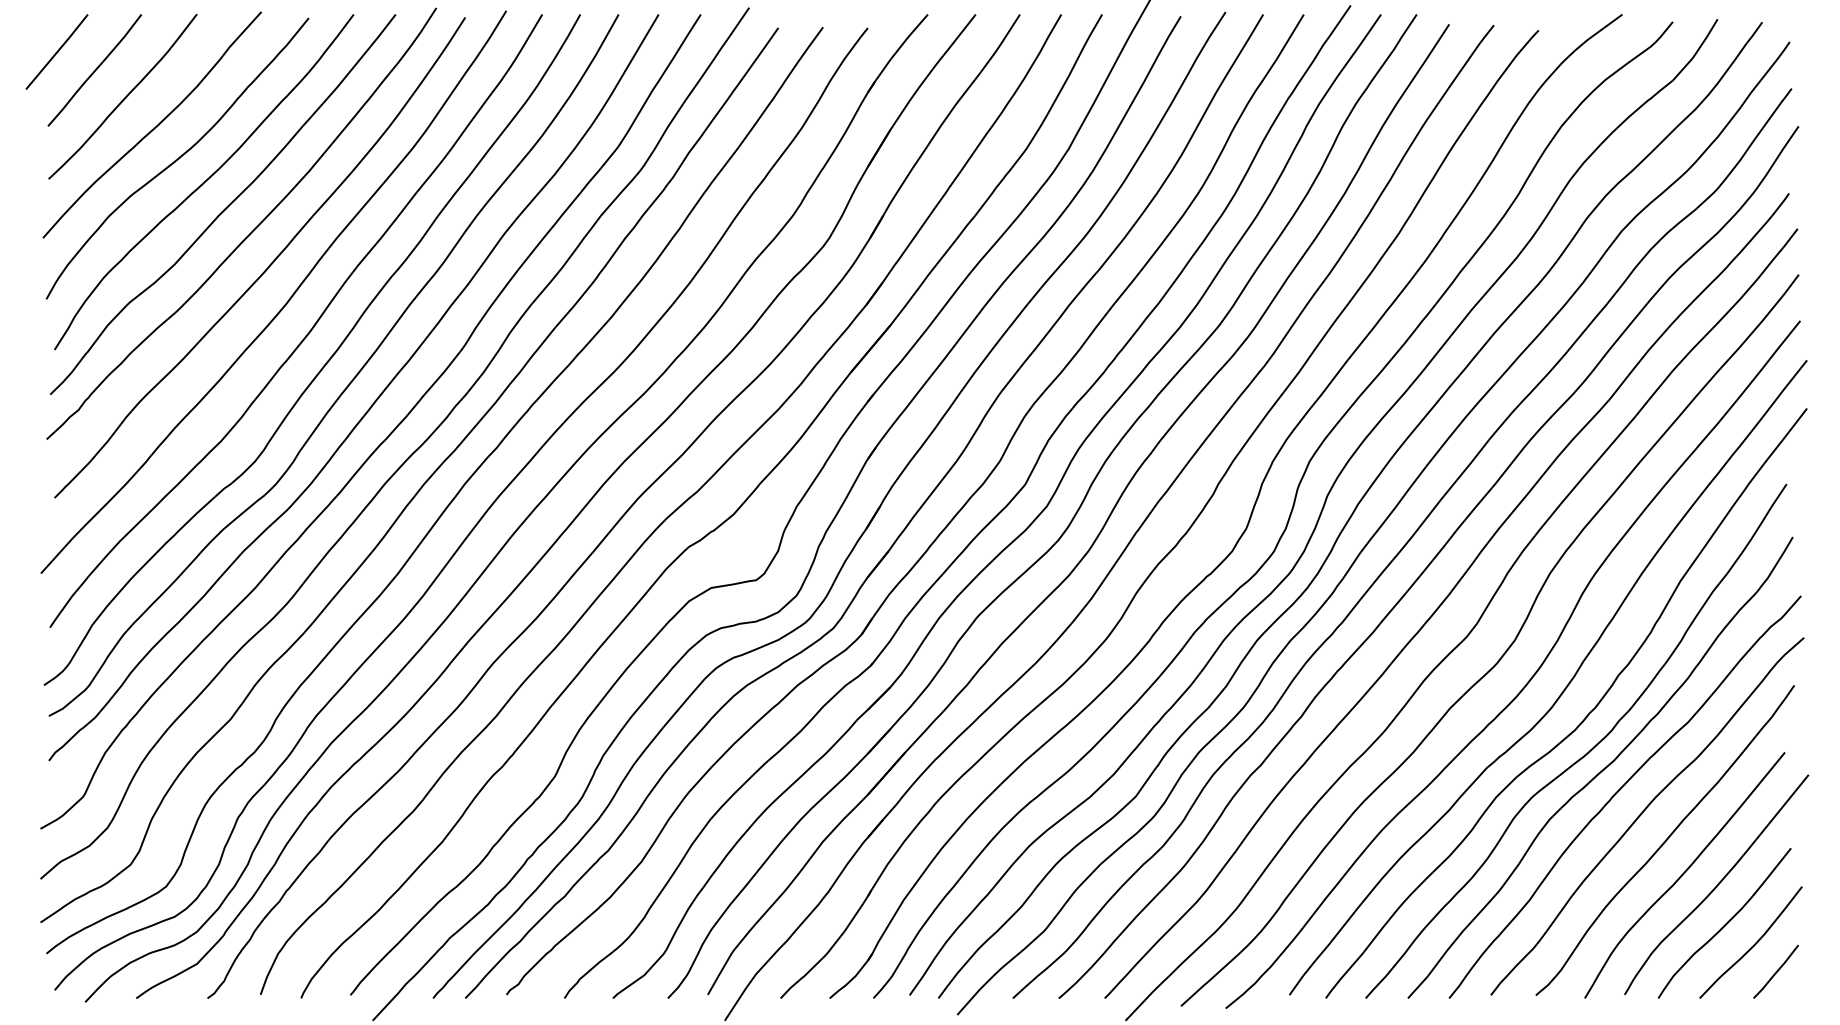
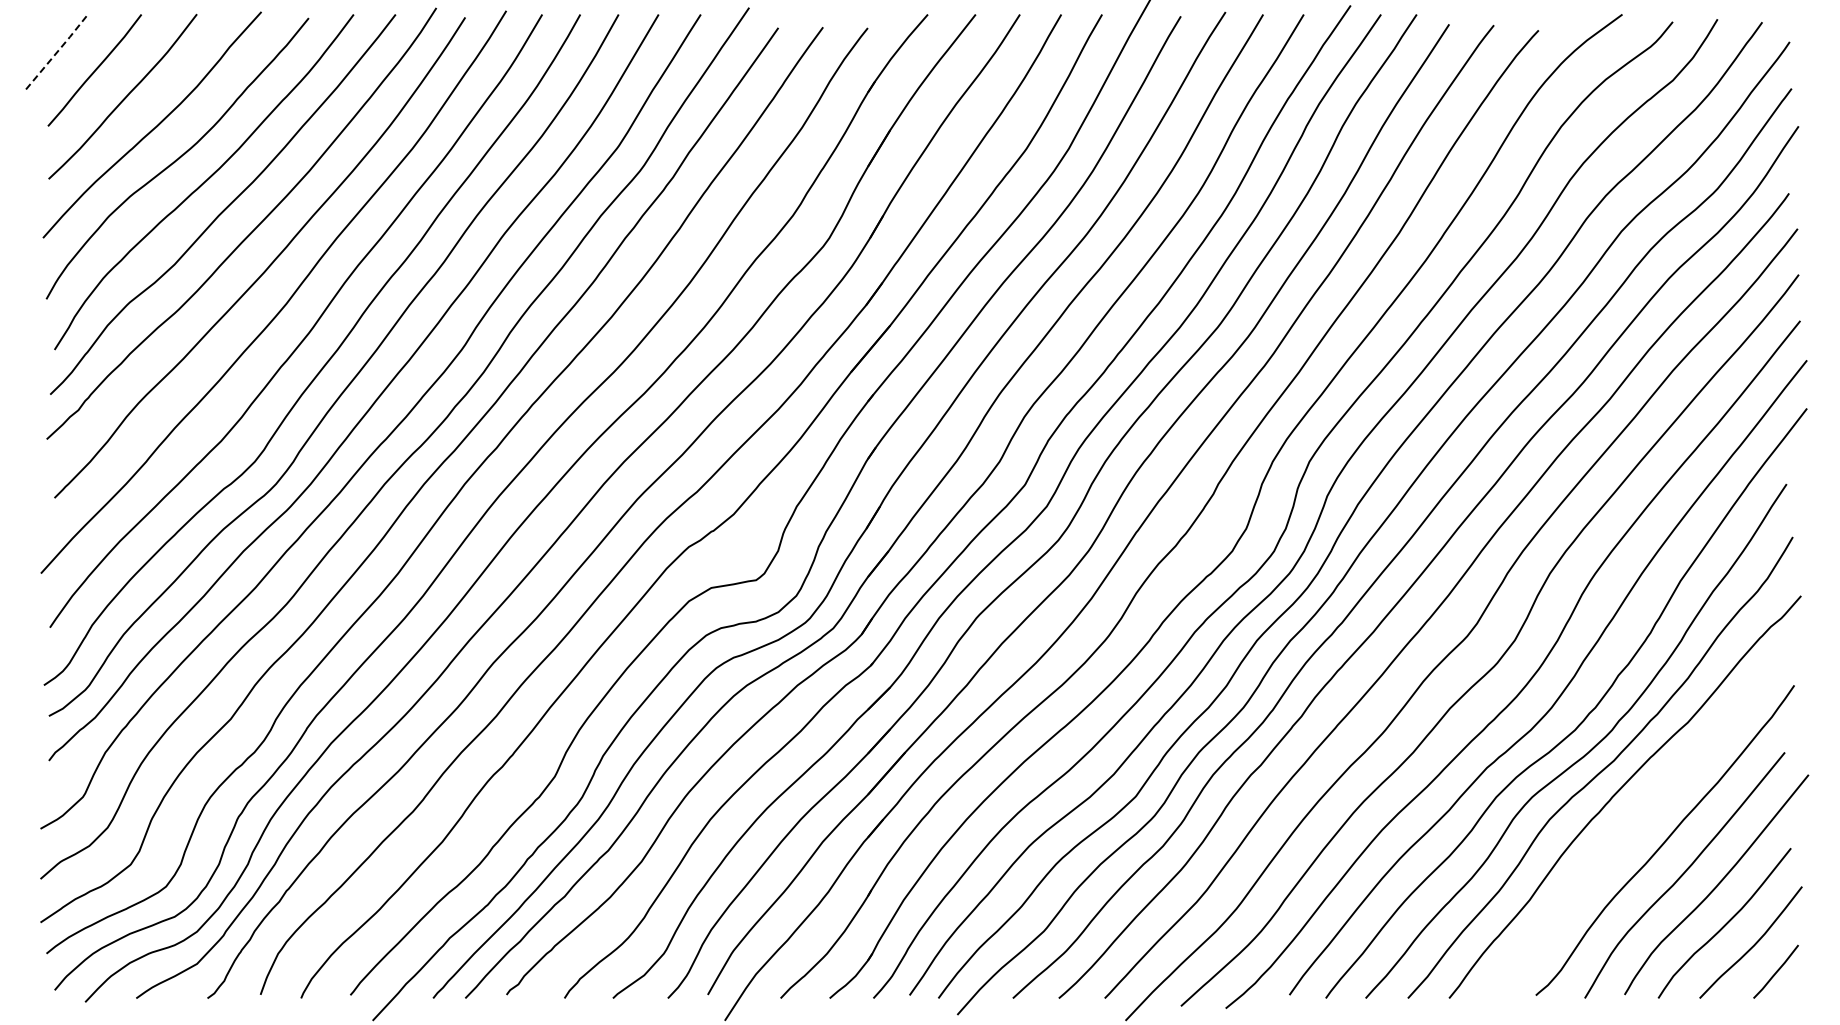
line at (57, 51): solid -> dashed
curve at (1642, 814): present -> none
